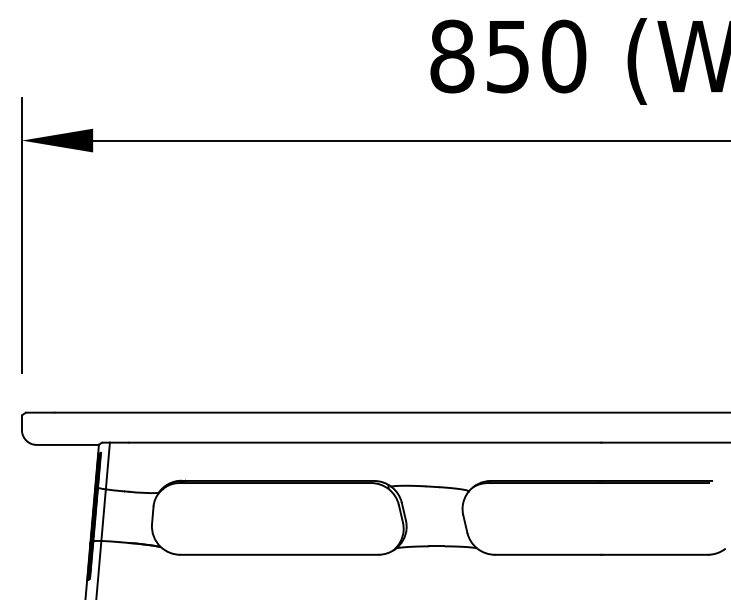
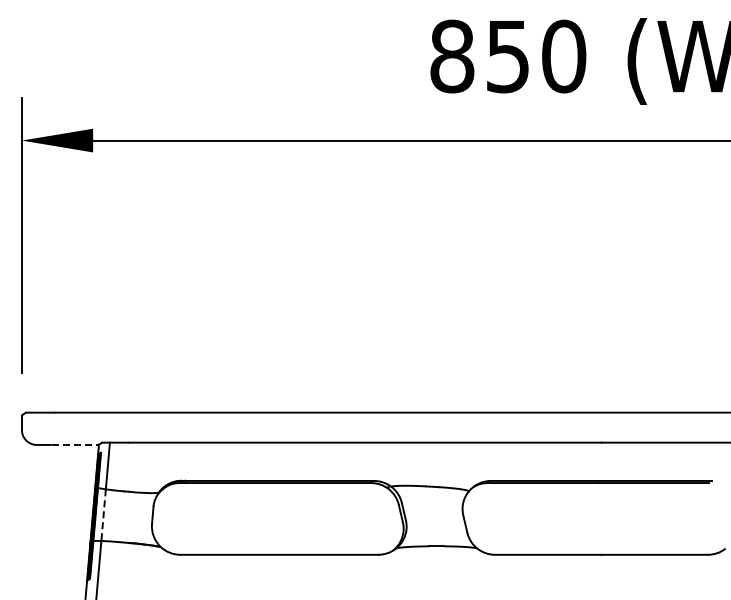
line at (75, 444): solid -> dashed
line at (103, 515): solid -> dashed
